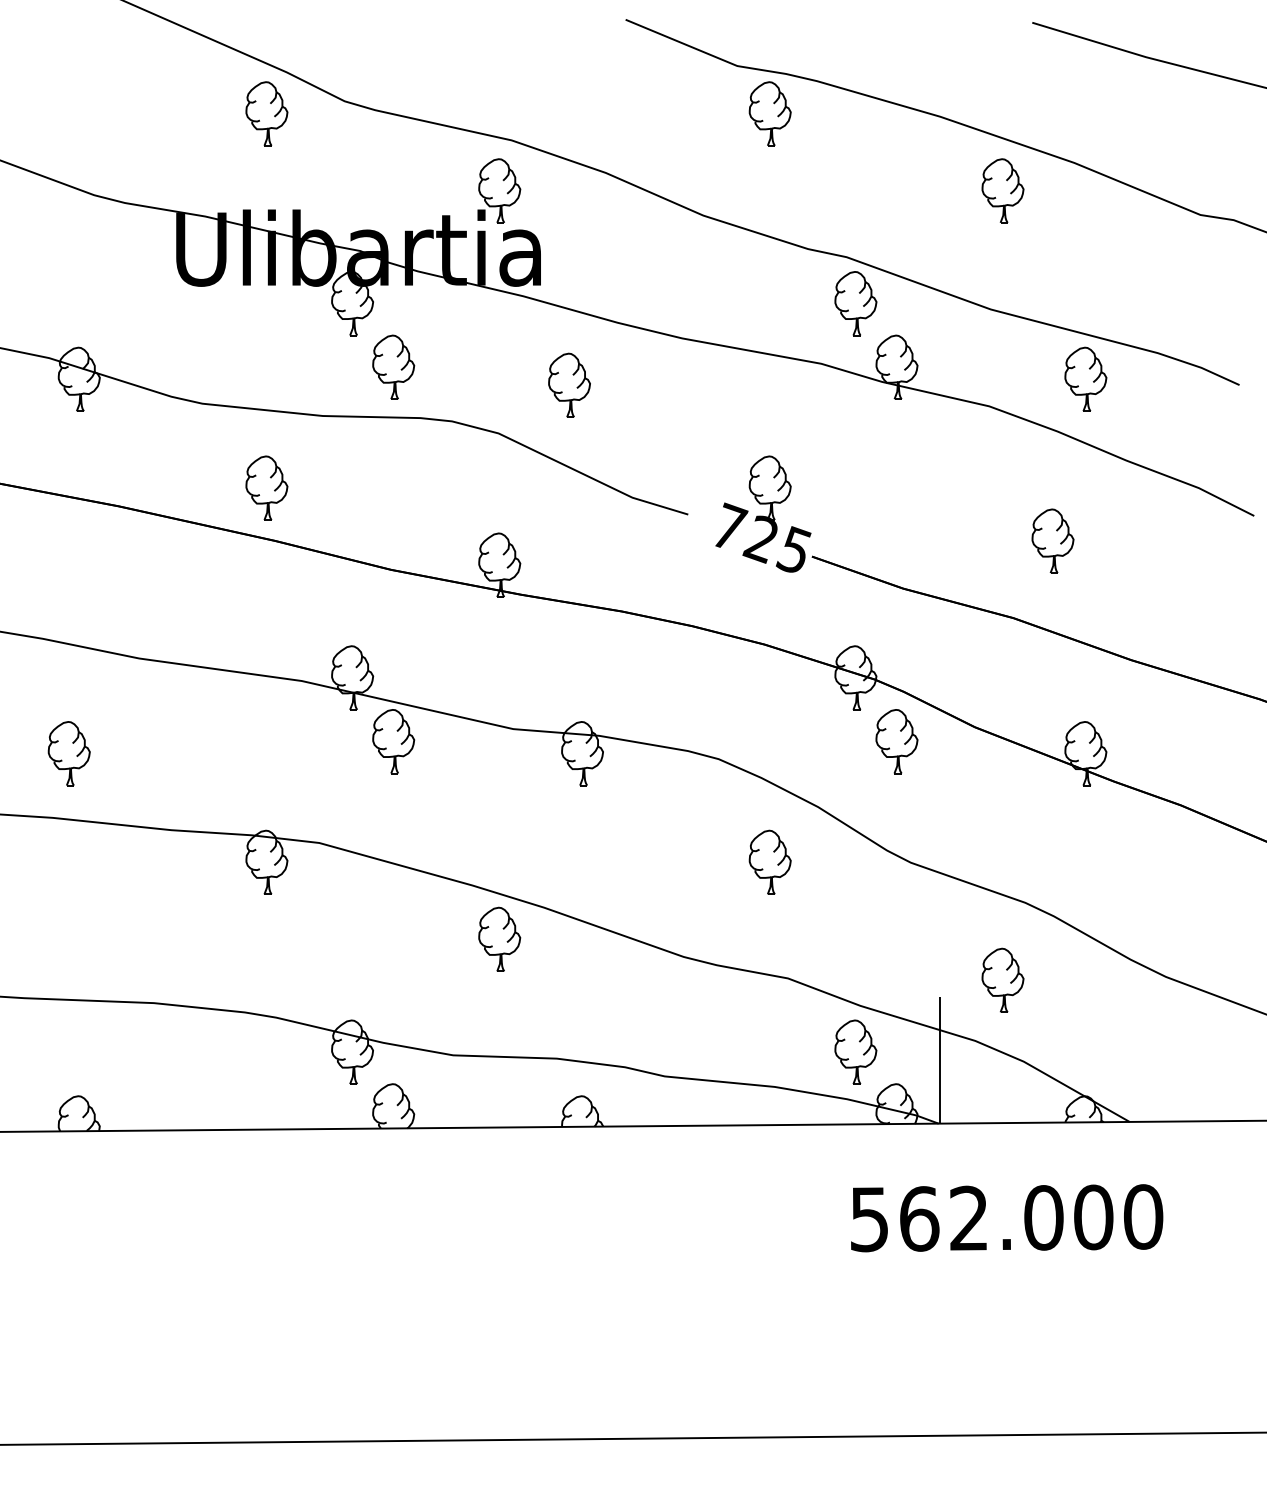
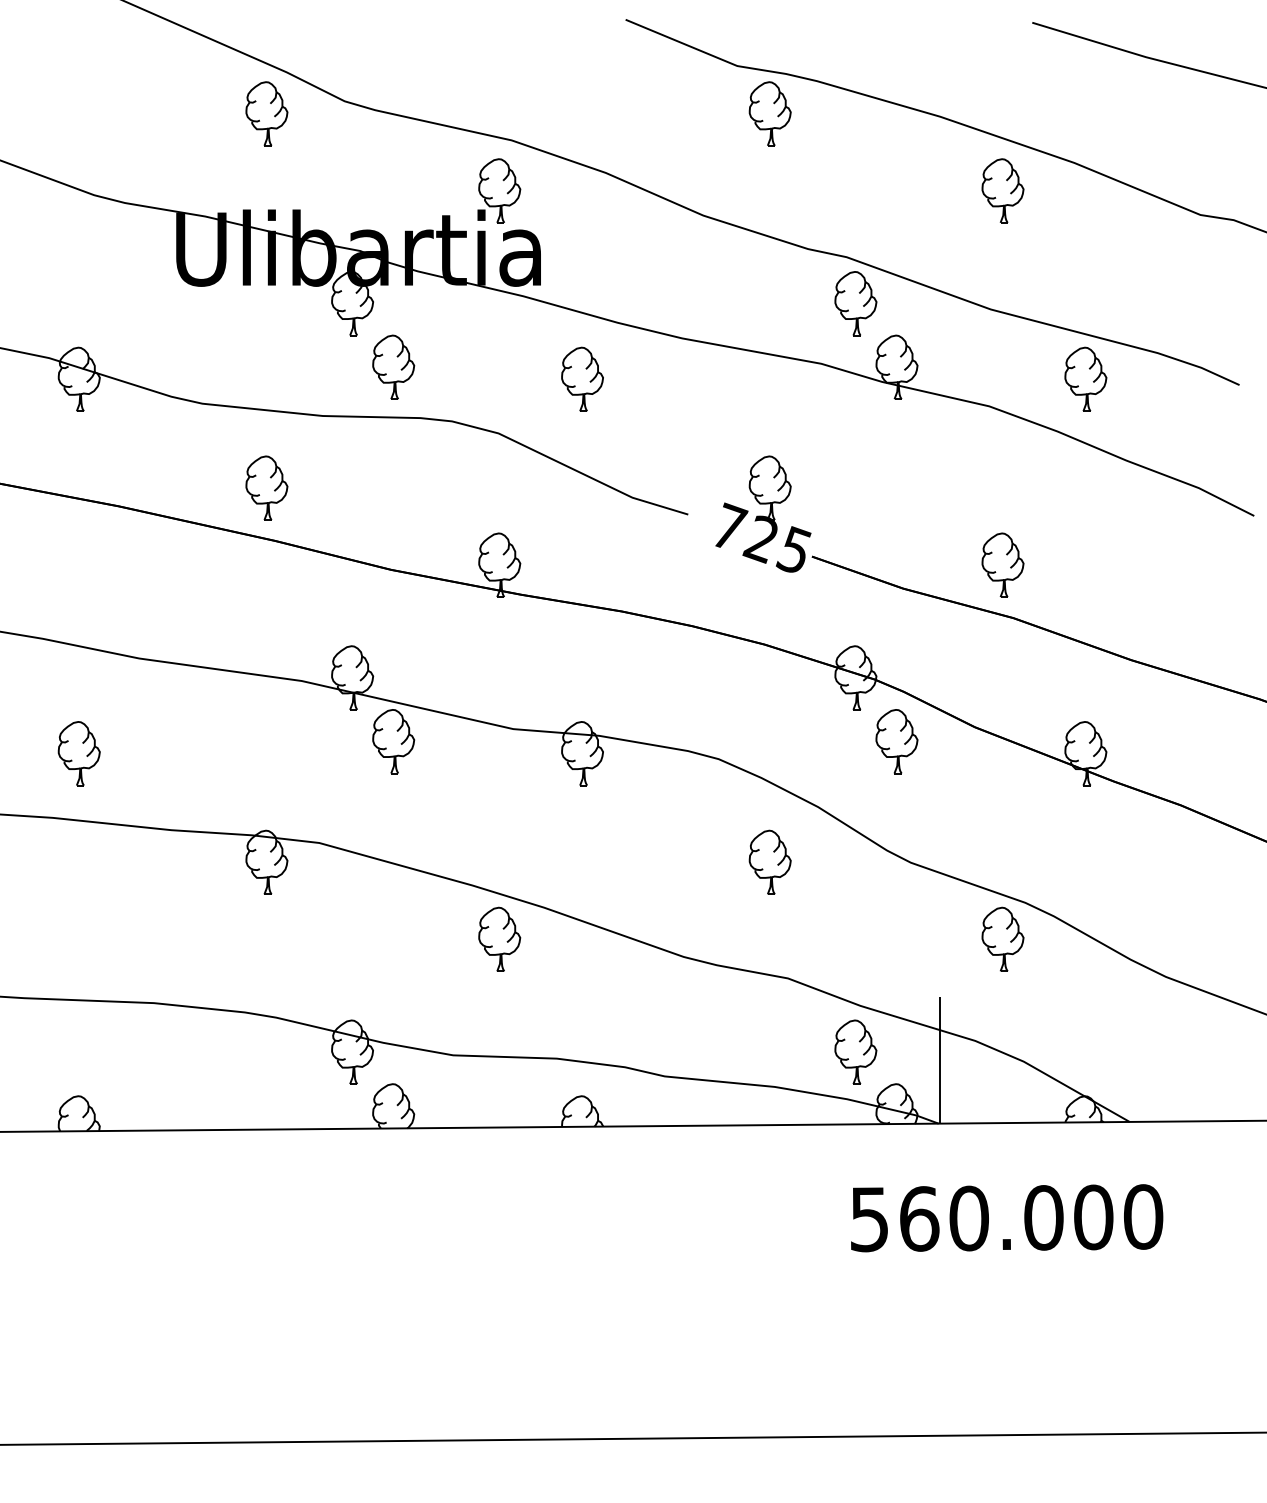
part at (569, 384) position: (569, 384) -> (582, 378)
part at (1052, 540) position: (1052, 540) -> (1002, 564)
part at (68, 753) position: (68, 753) -> (78, 753)
part at (1002, 979) position: (1002, 979) -> (1002, 938)
text at (968, 1218): 562.000 -> 560.000
